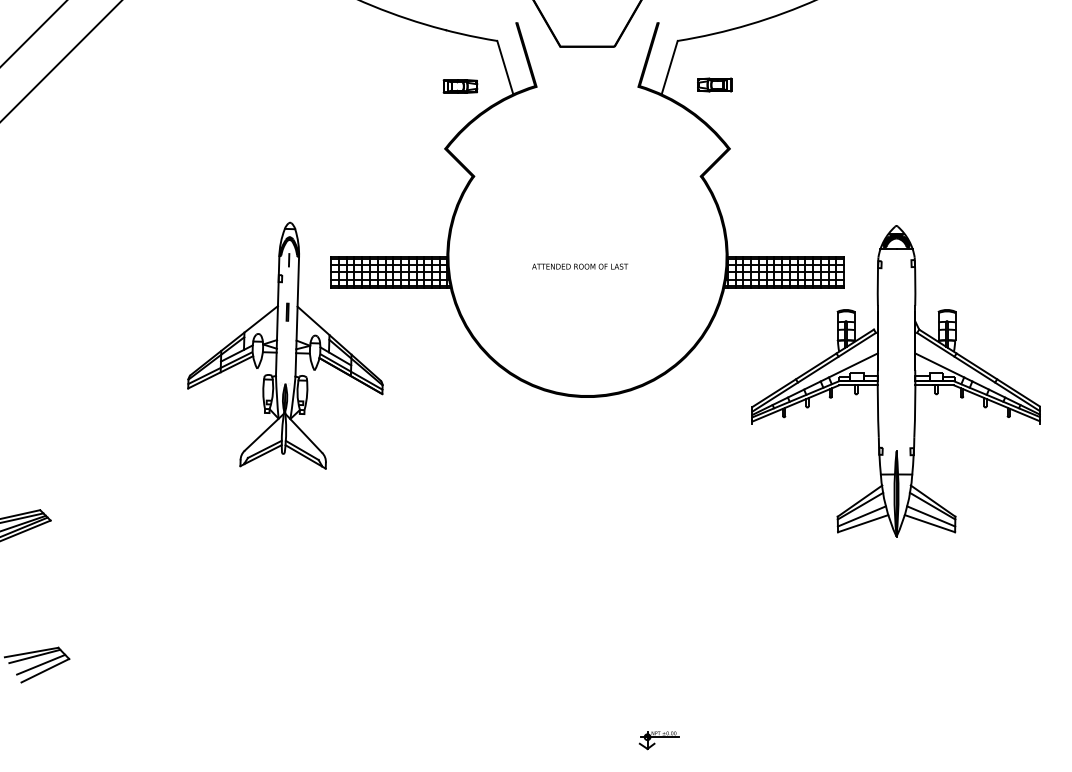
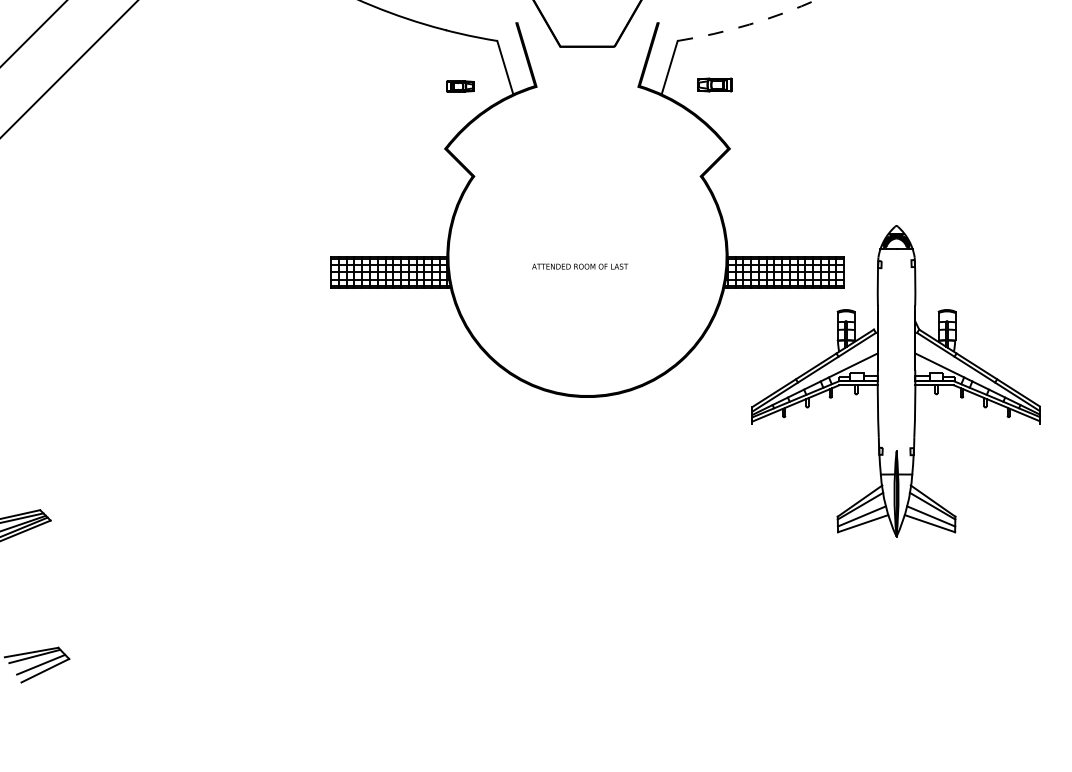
arc at (748, 24): solid -> dashed
line at (61, 61) position: (61, 61) -> (68, 69)
part at (460, 86) size: 37x15 px -> 29x13 px
part at (285, 345): present -> none
part at (658, 740): present -> none
